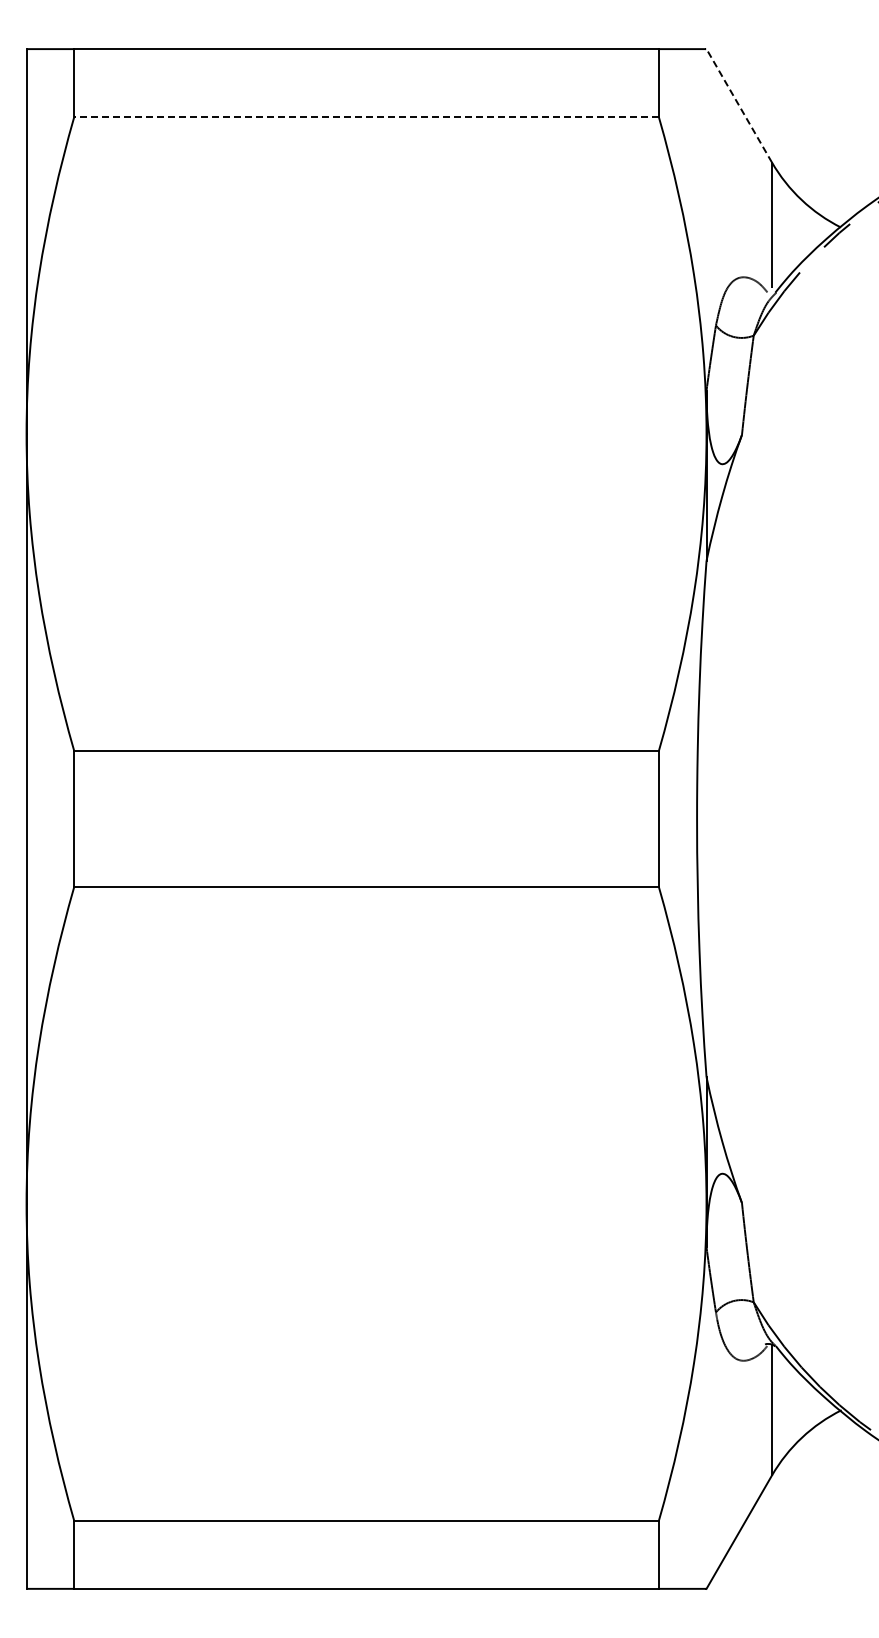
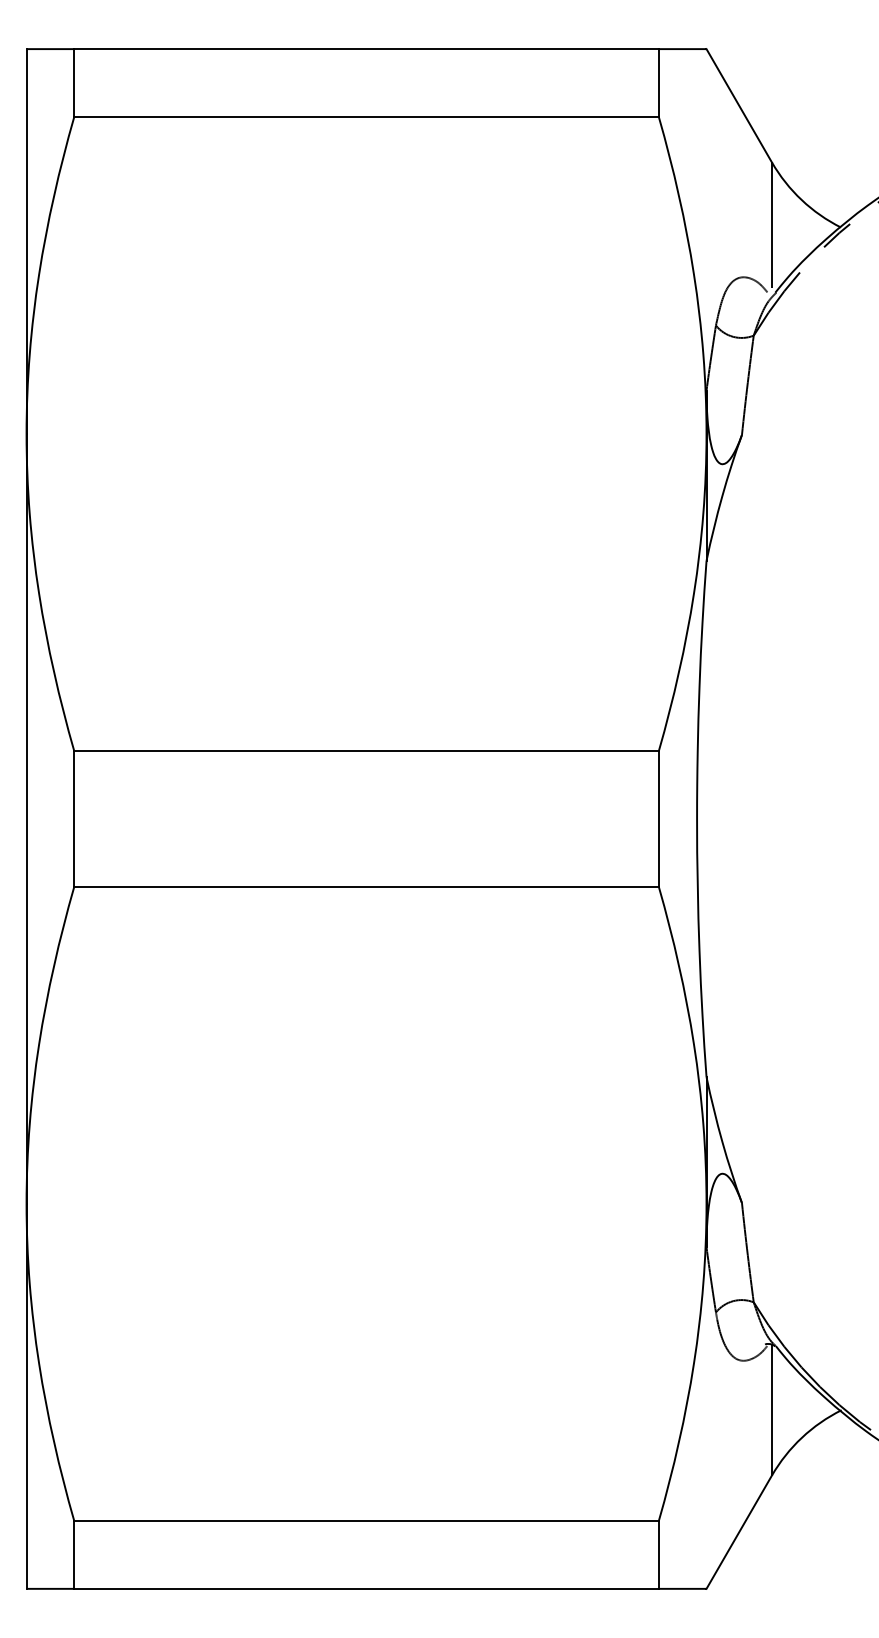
line at (738, 105): dashed -> solid
line at (366, 117): dashed -> solid
